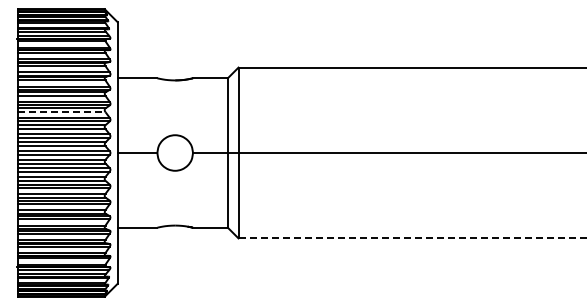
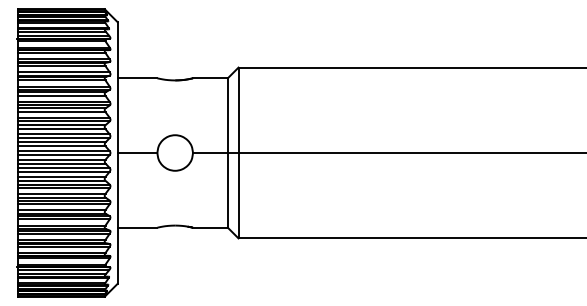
line at (61, 112): dashed -> solid
line at (413, 238): dashed -> solid
